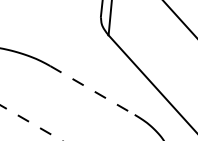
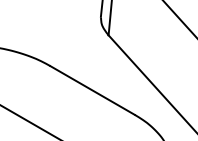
line at (92, 90): dashed -> solid
line at (31, 122): dashed -> solid
